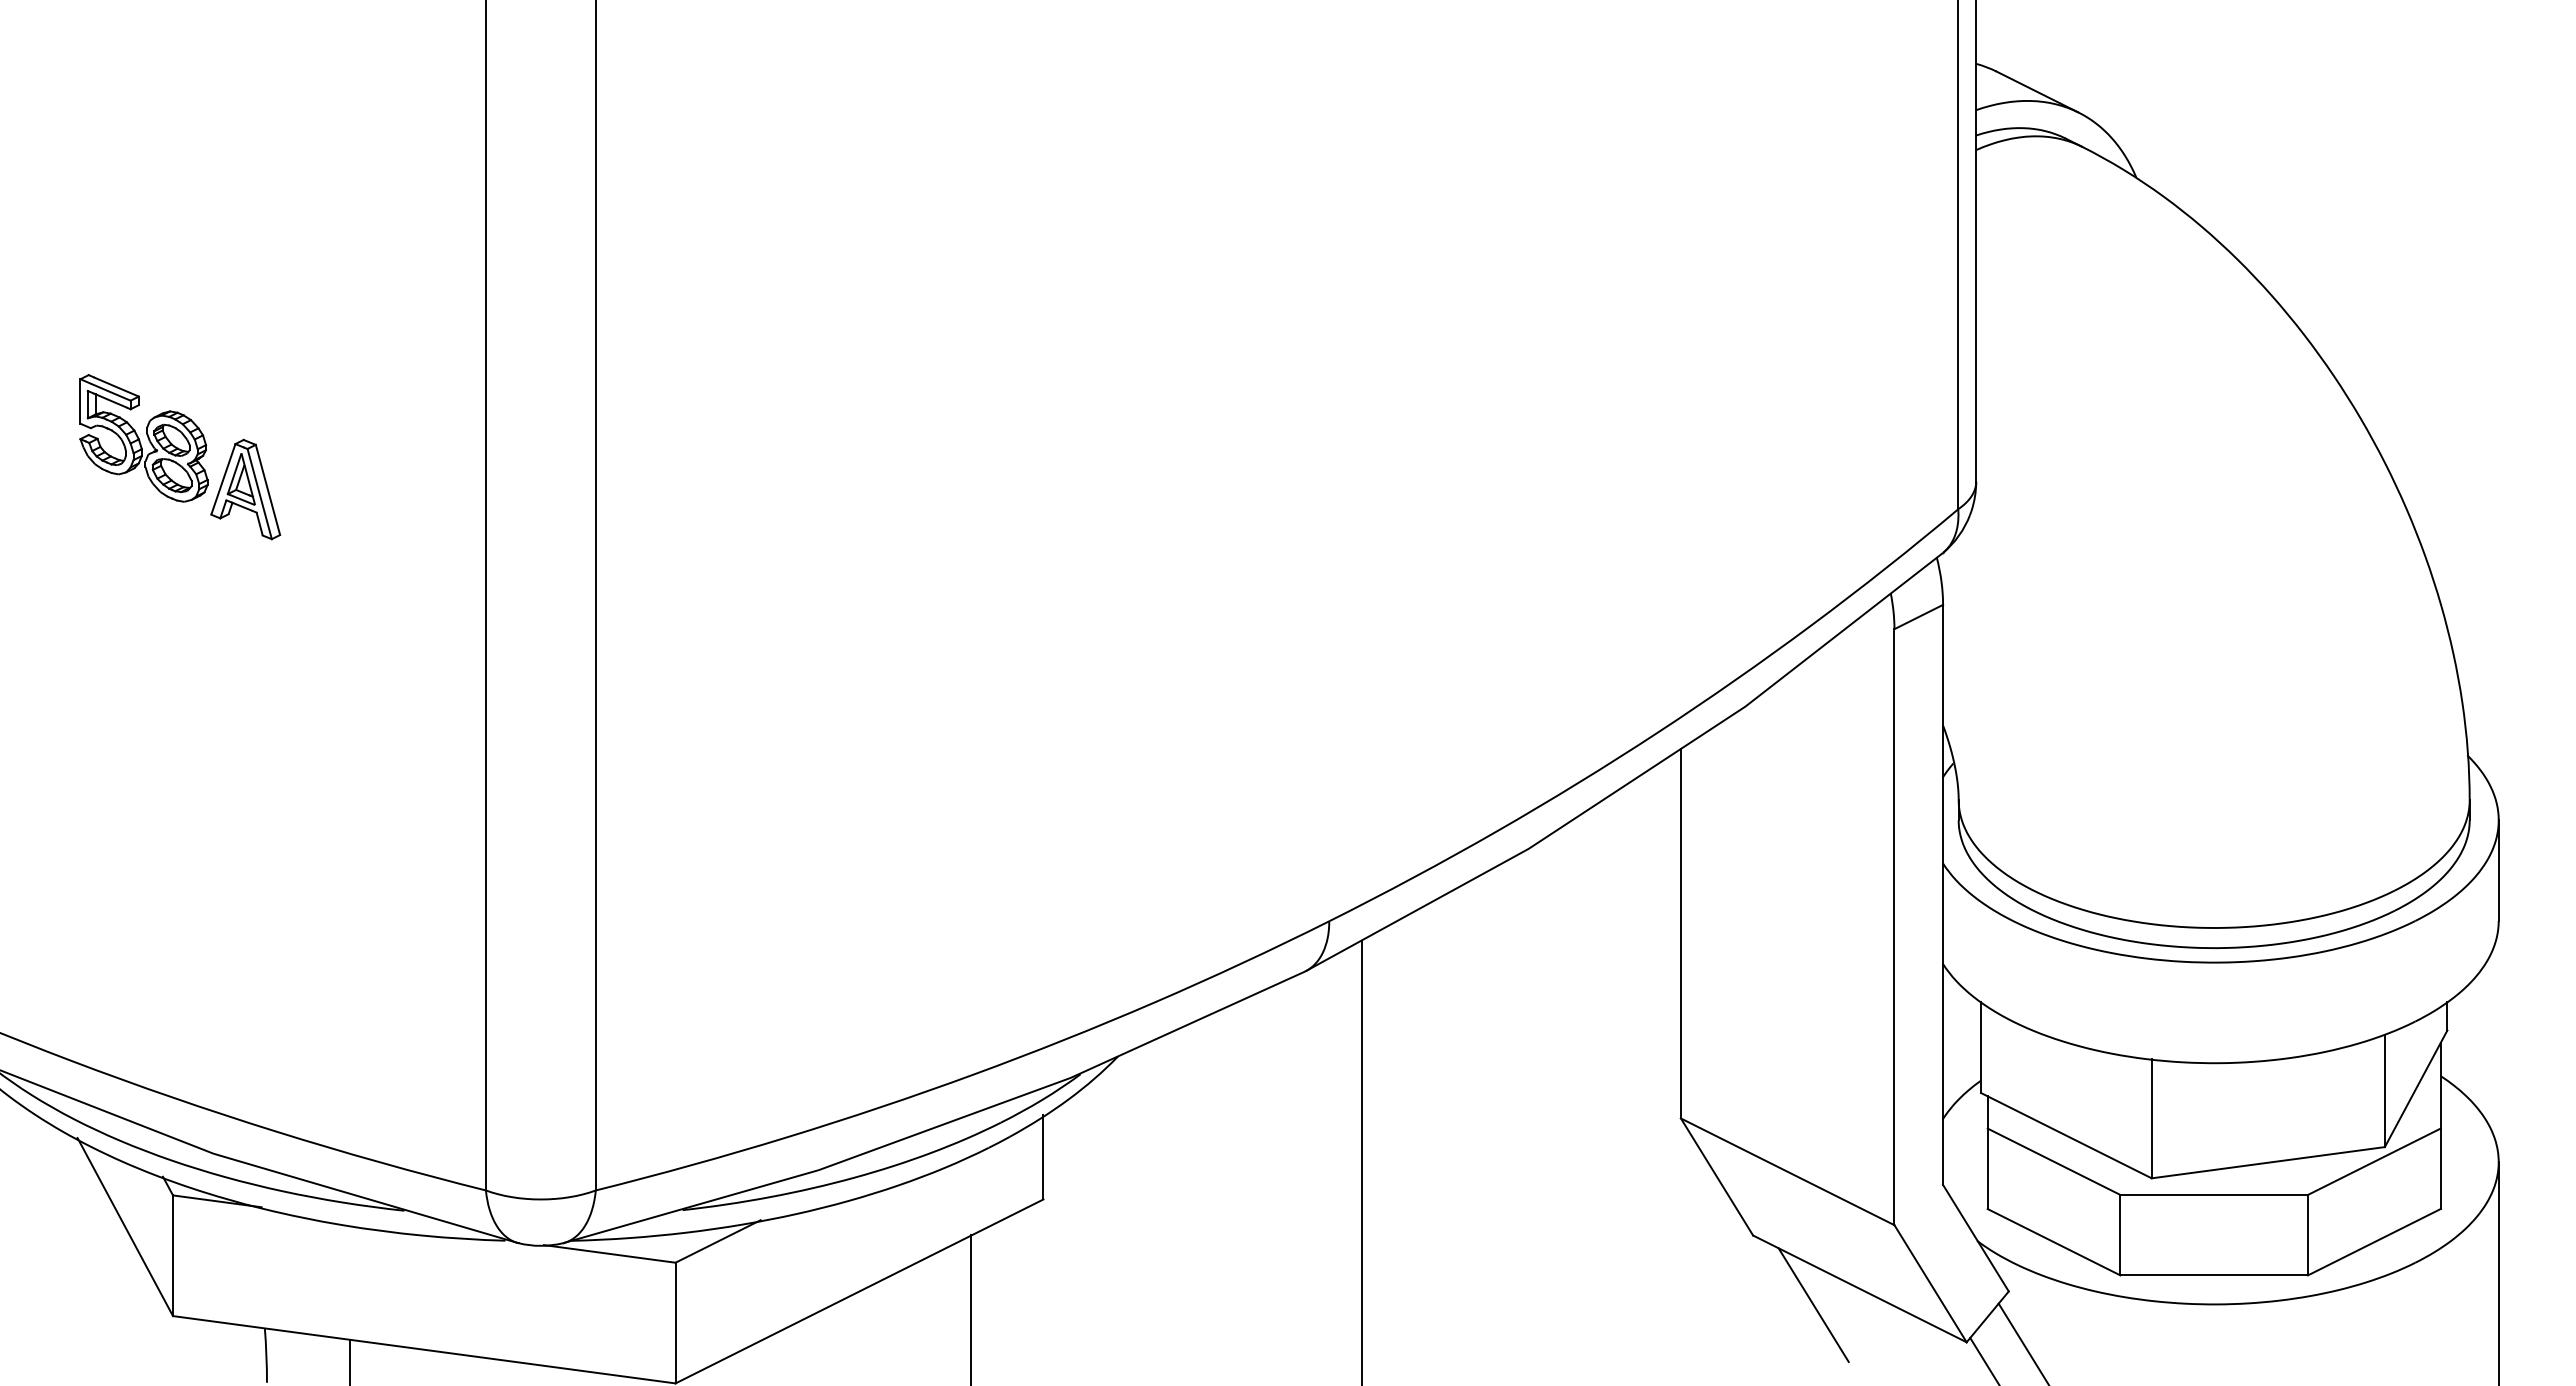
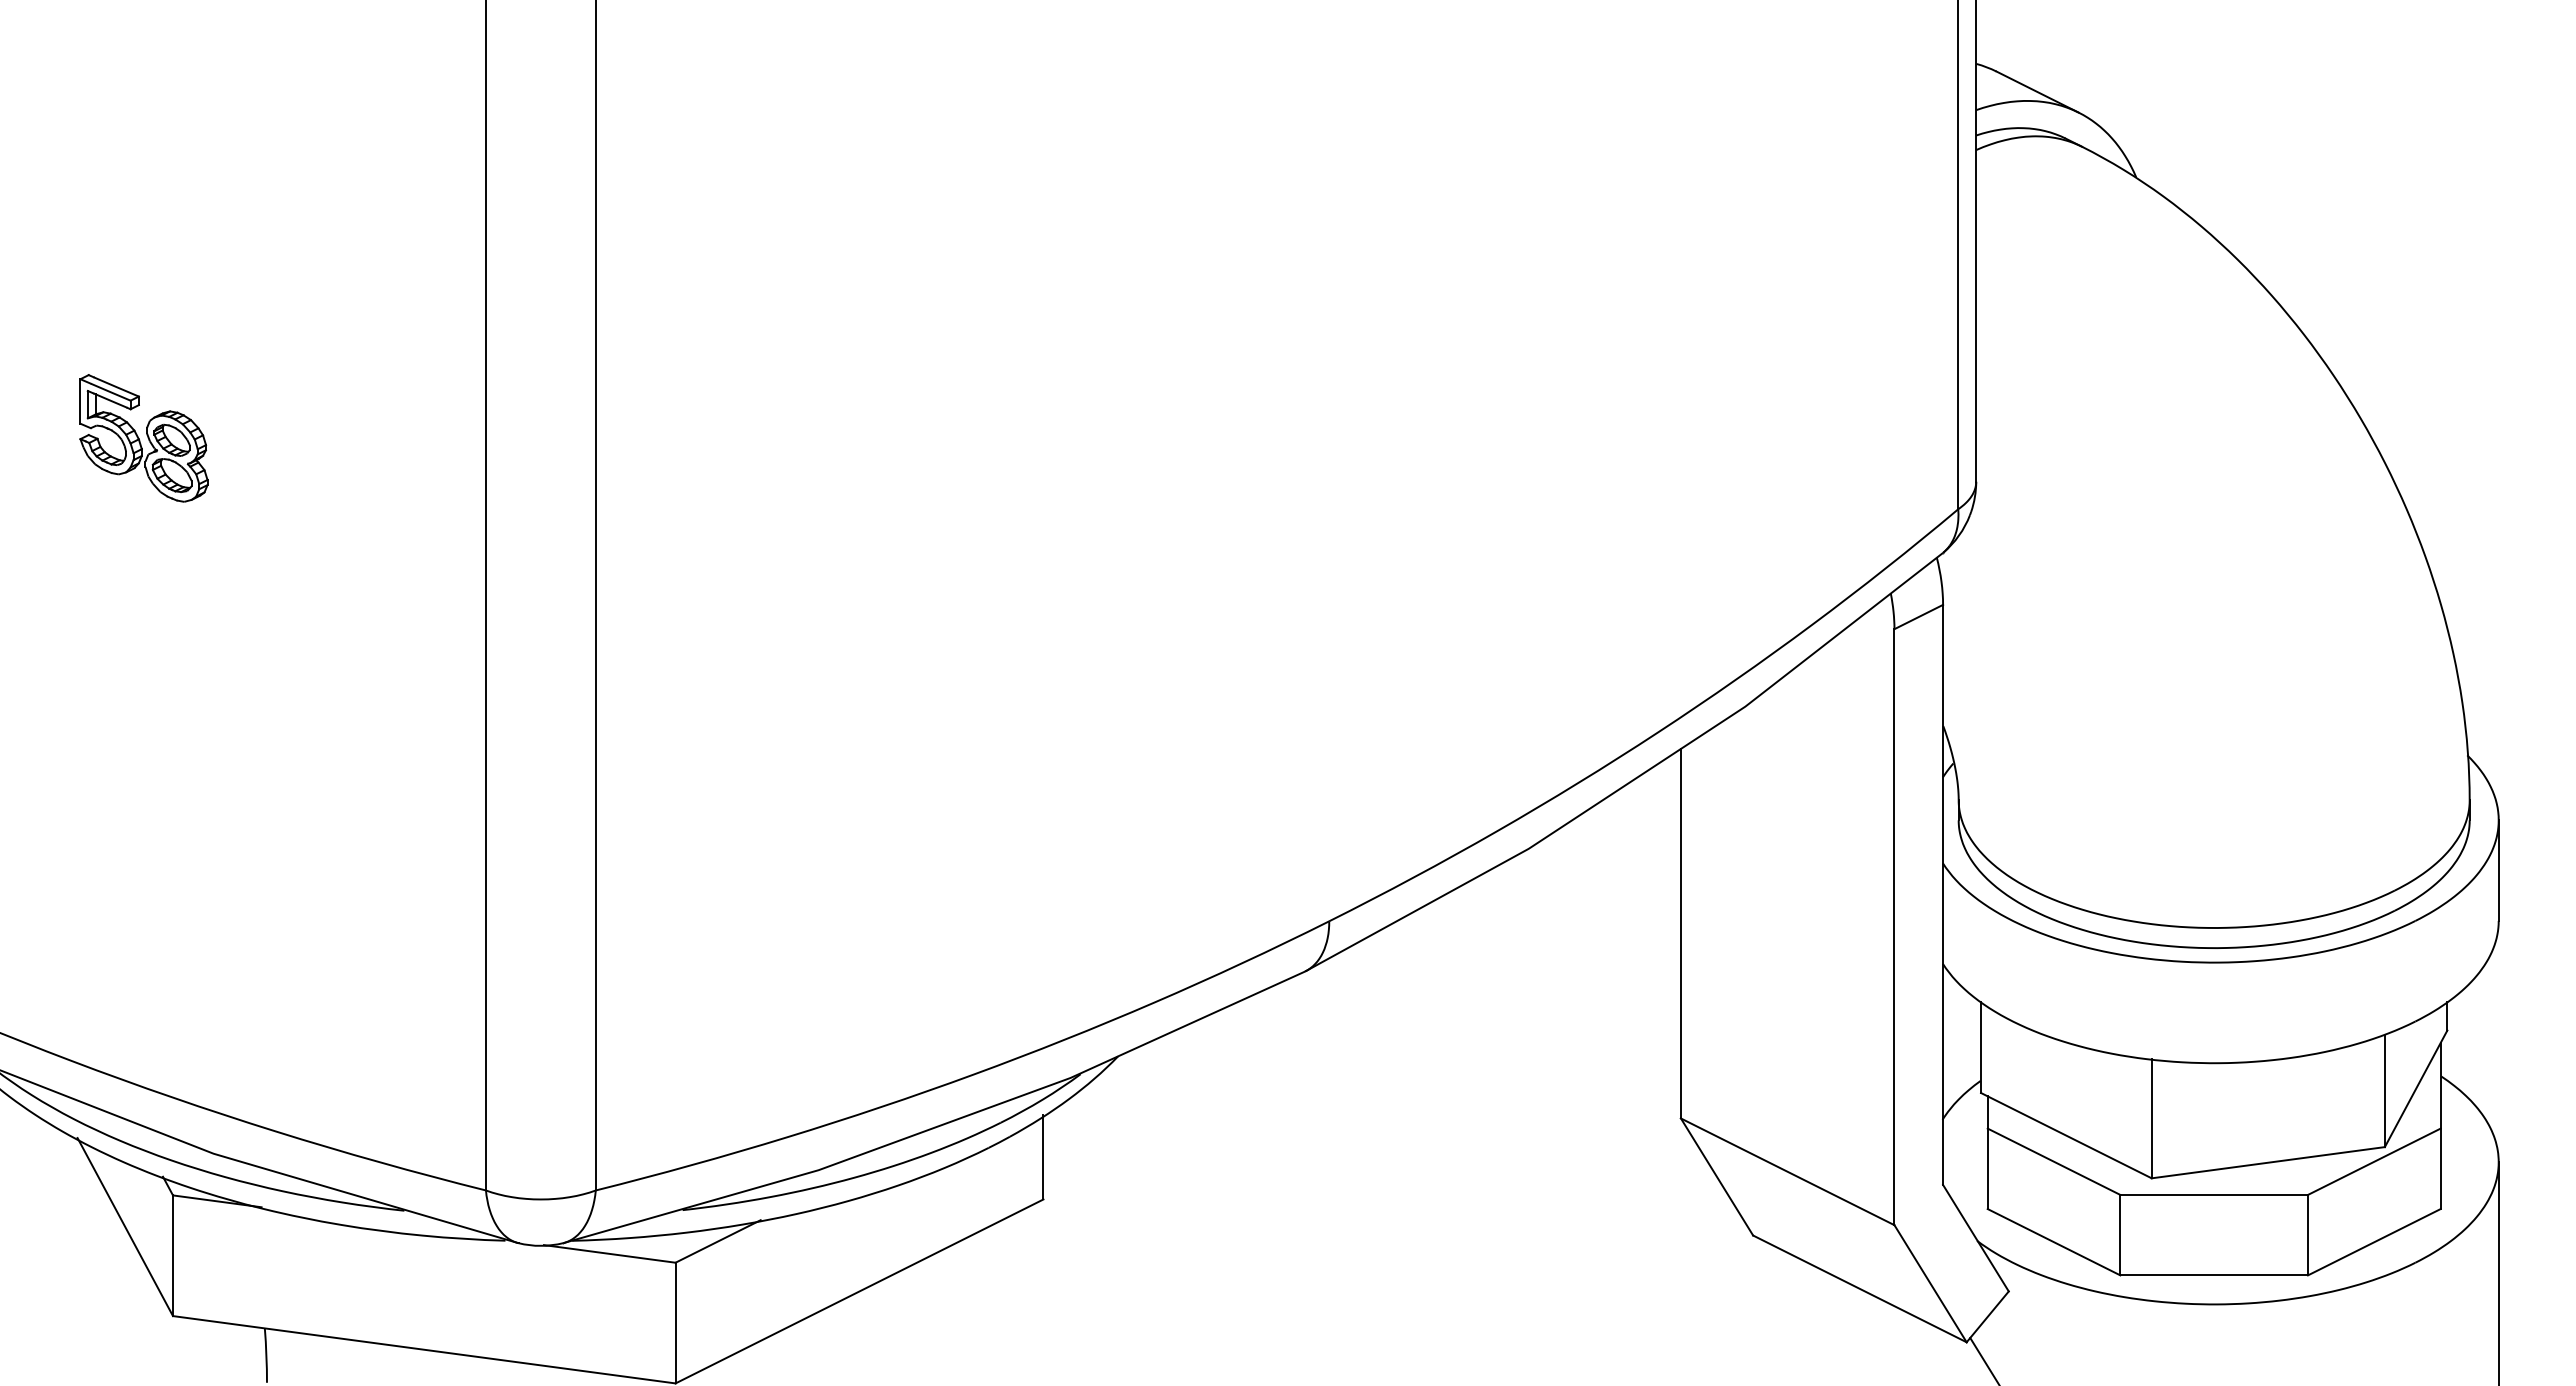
part at (245, 489): present -> none
line at (1361, 1161): present -> none
line at (1813, 1304): present -> none
line at (971, 1308): present -> none
line at (2022, 1342): present -> none
line at (349, 1360): present -> none
